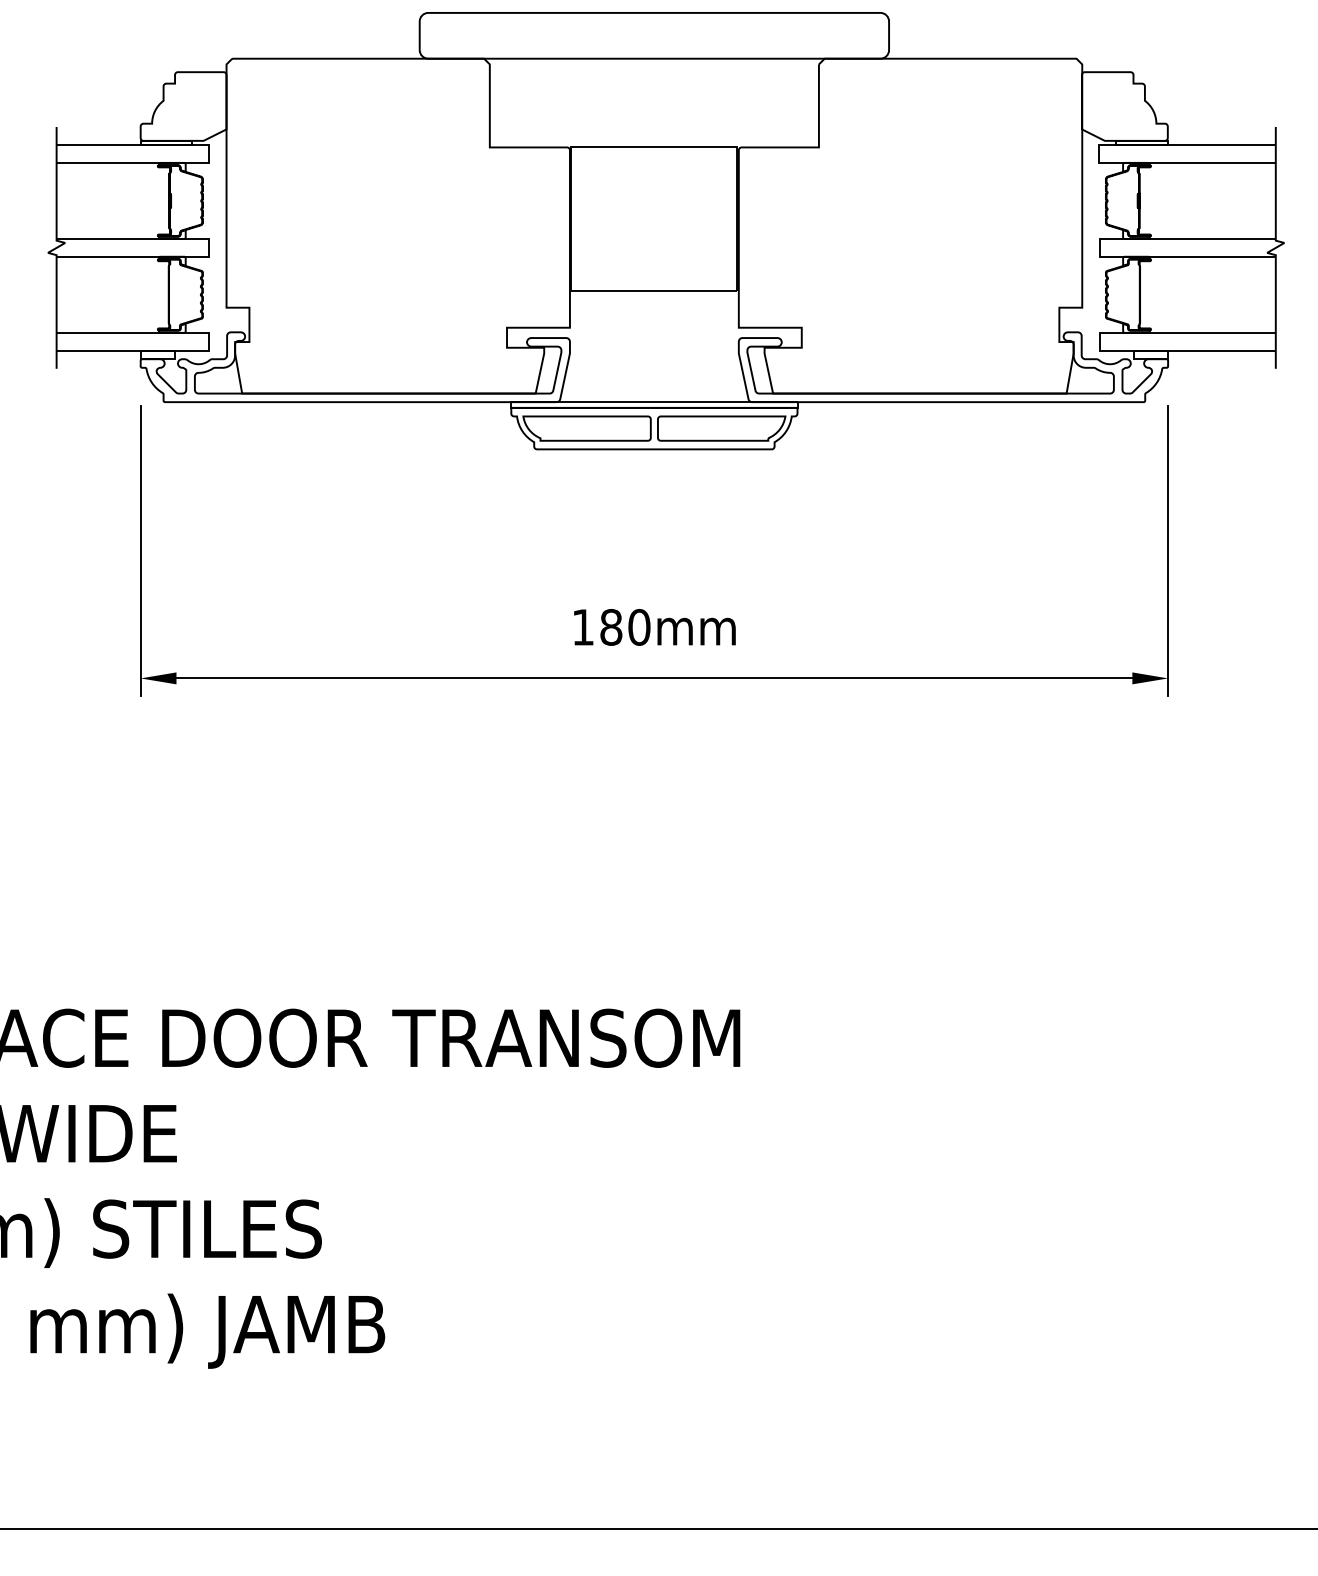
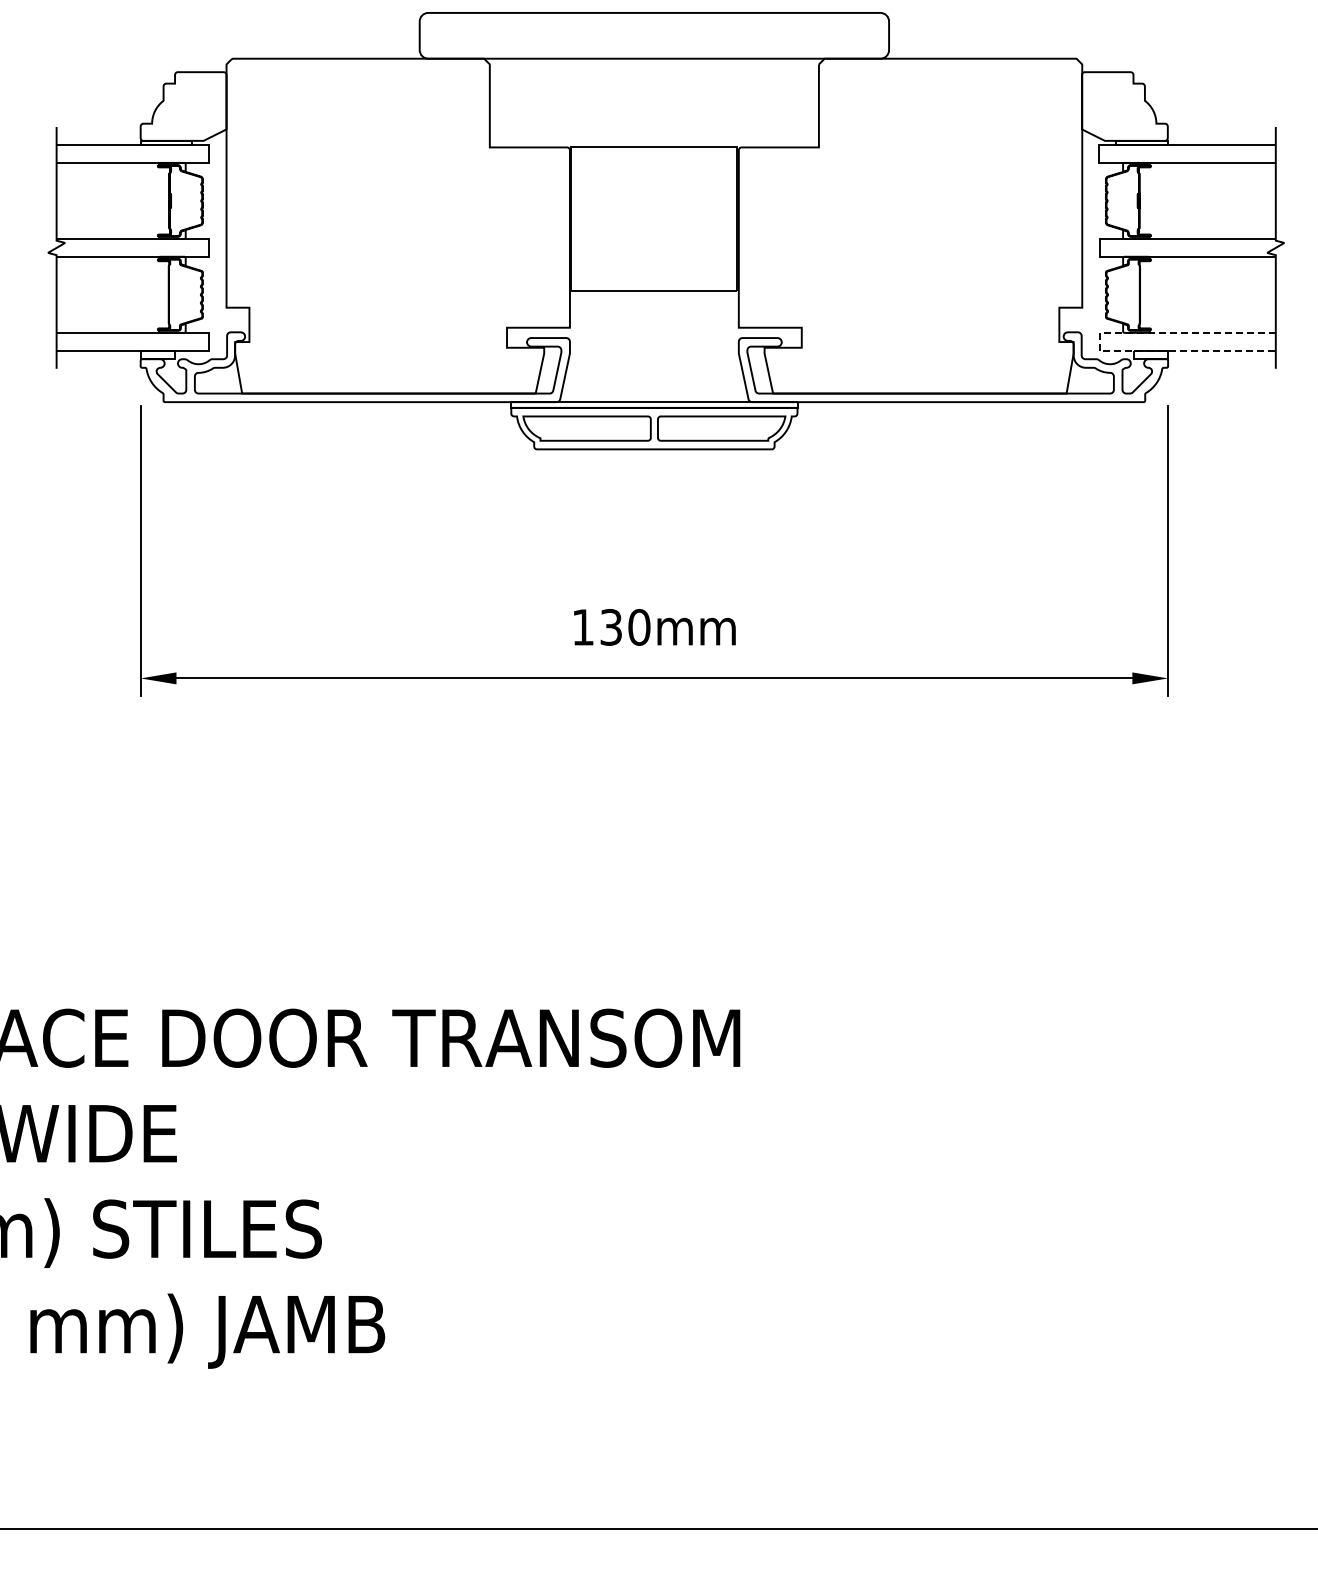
line at (1099, 341): solid -> dashed
text at (611, 627): 180mm -> 130mm
